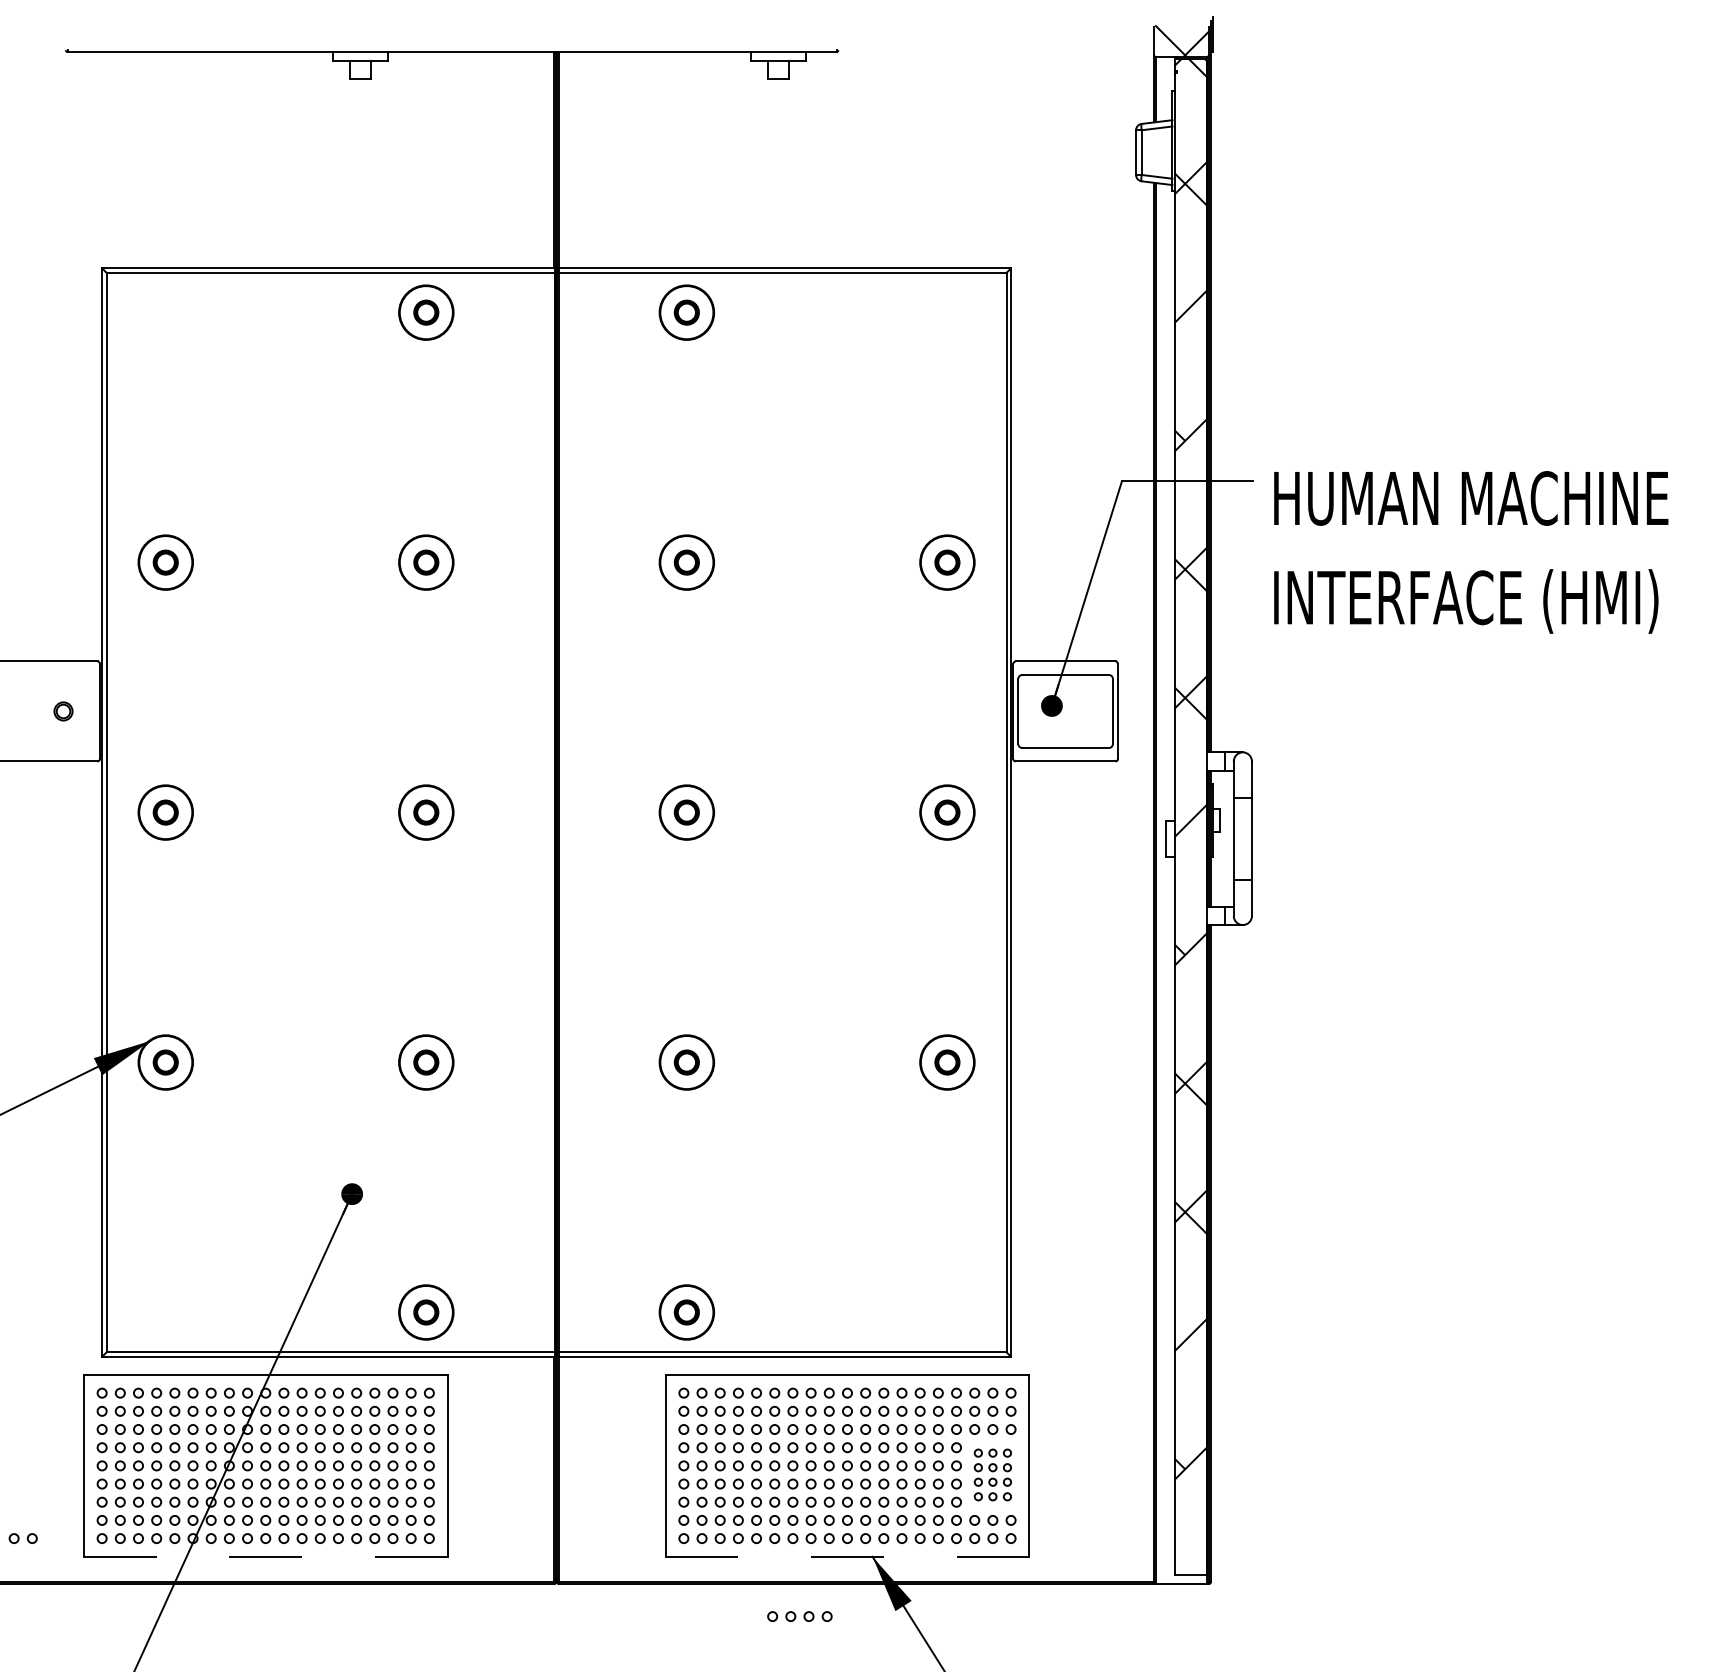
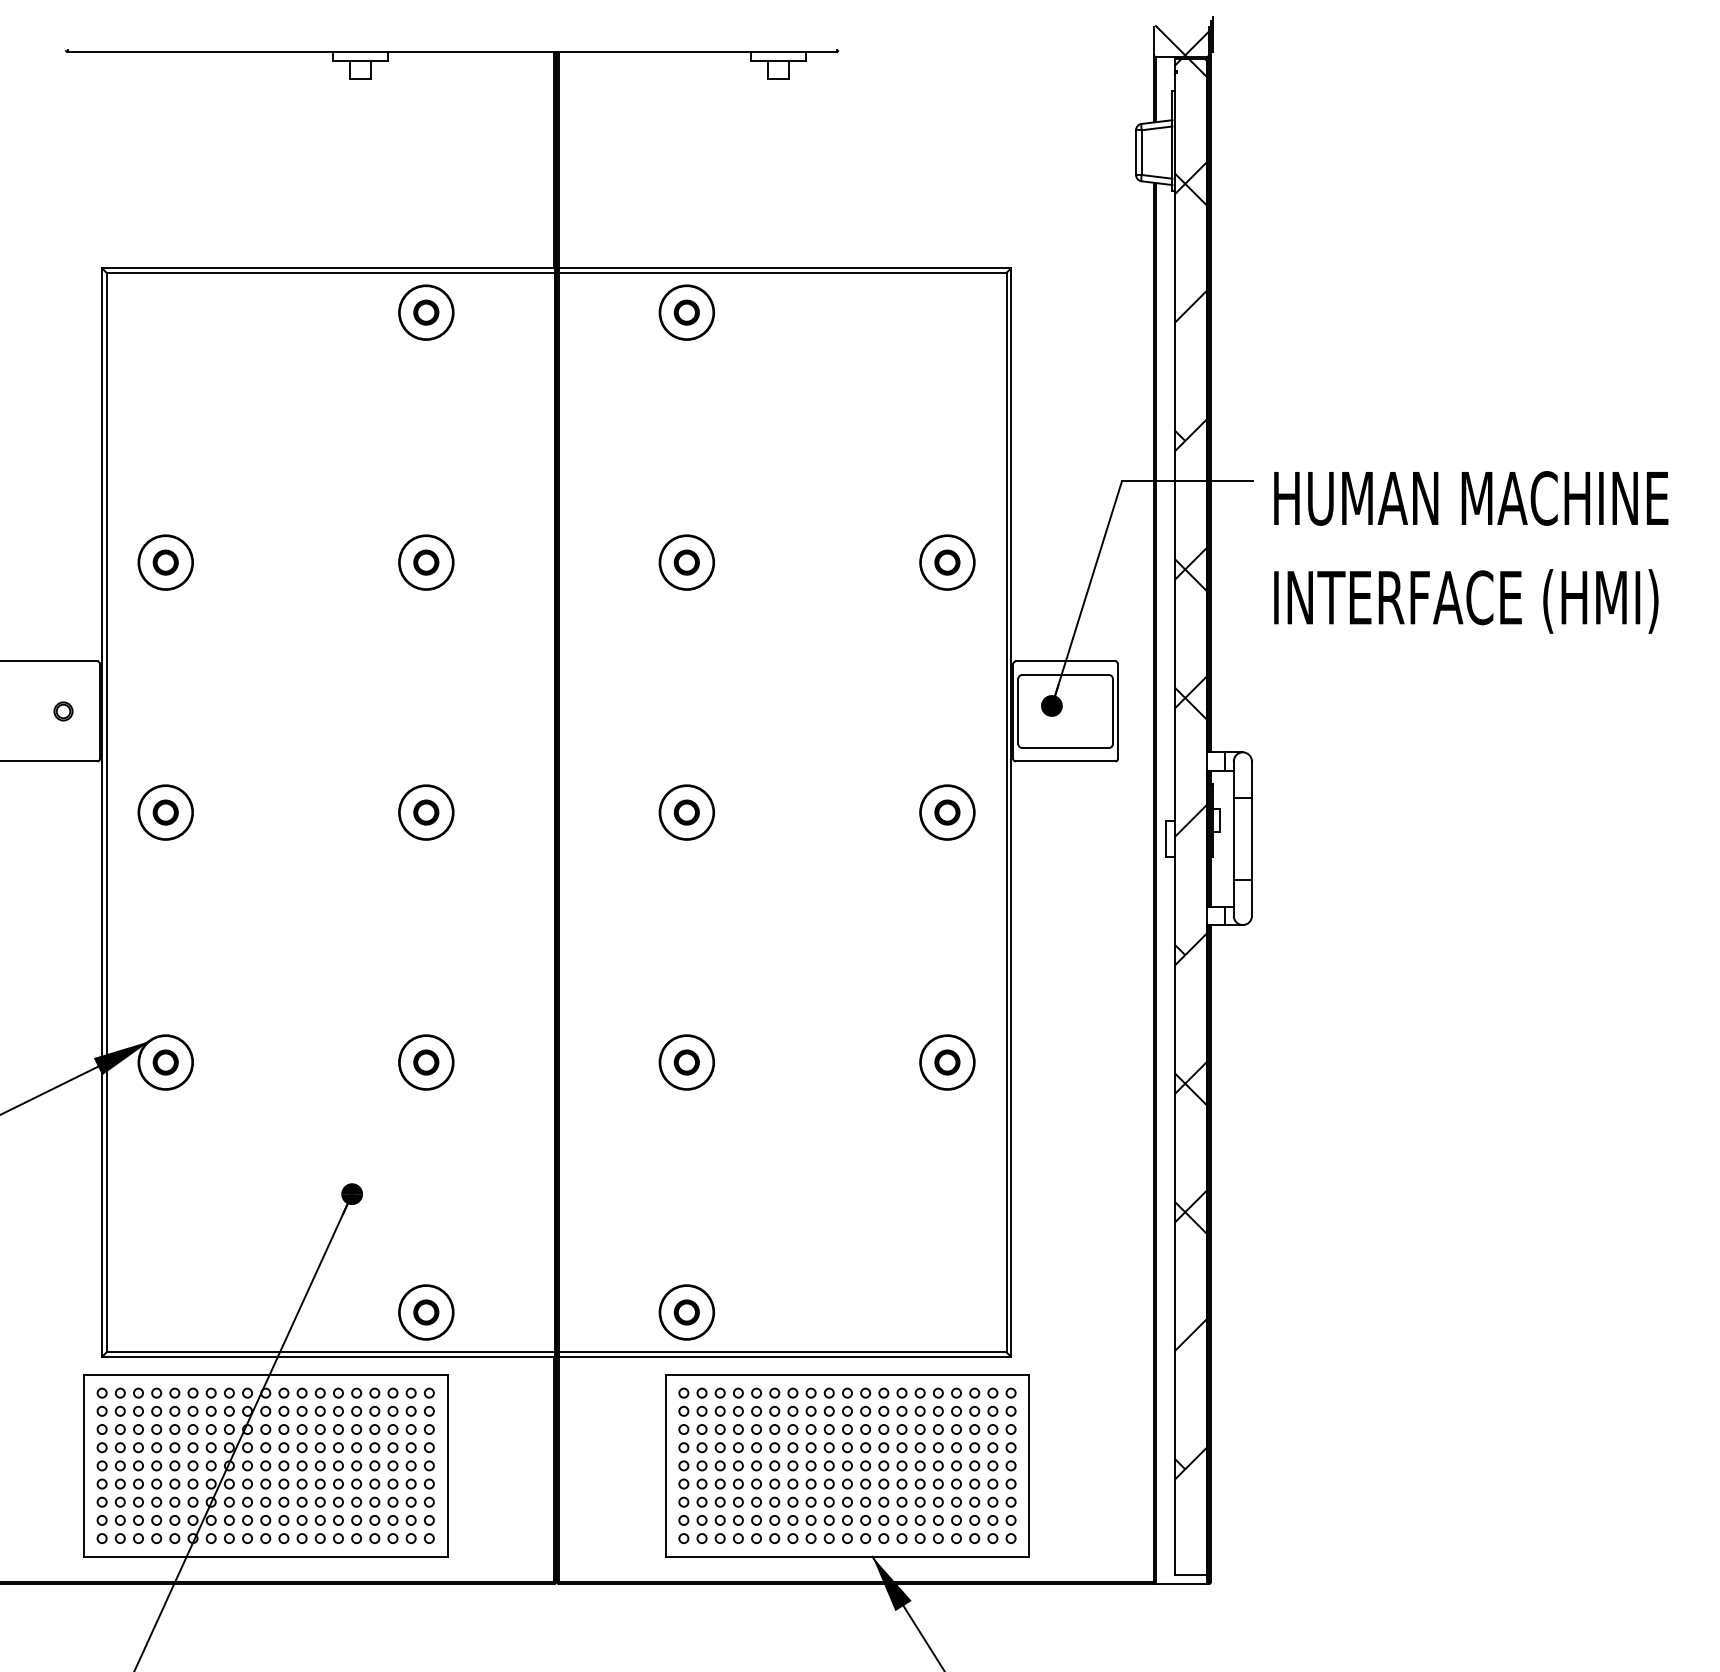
part at (992, 1474) size: 39x54 px -> 48x66 px
part at (22, 1538): present -> none
line at (265, 1556): dashed -> solid
line at (847, 1556): dashed -> solid
part at (799, 1616): present -> none
